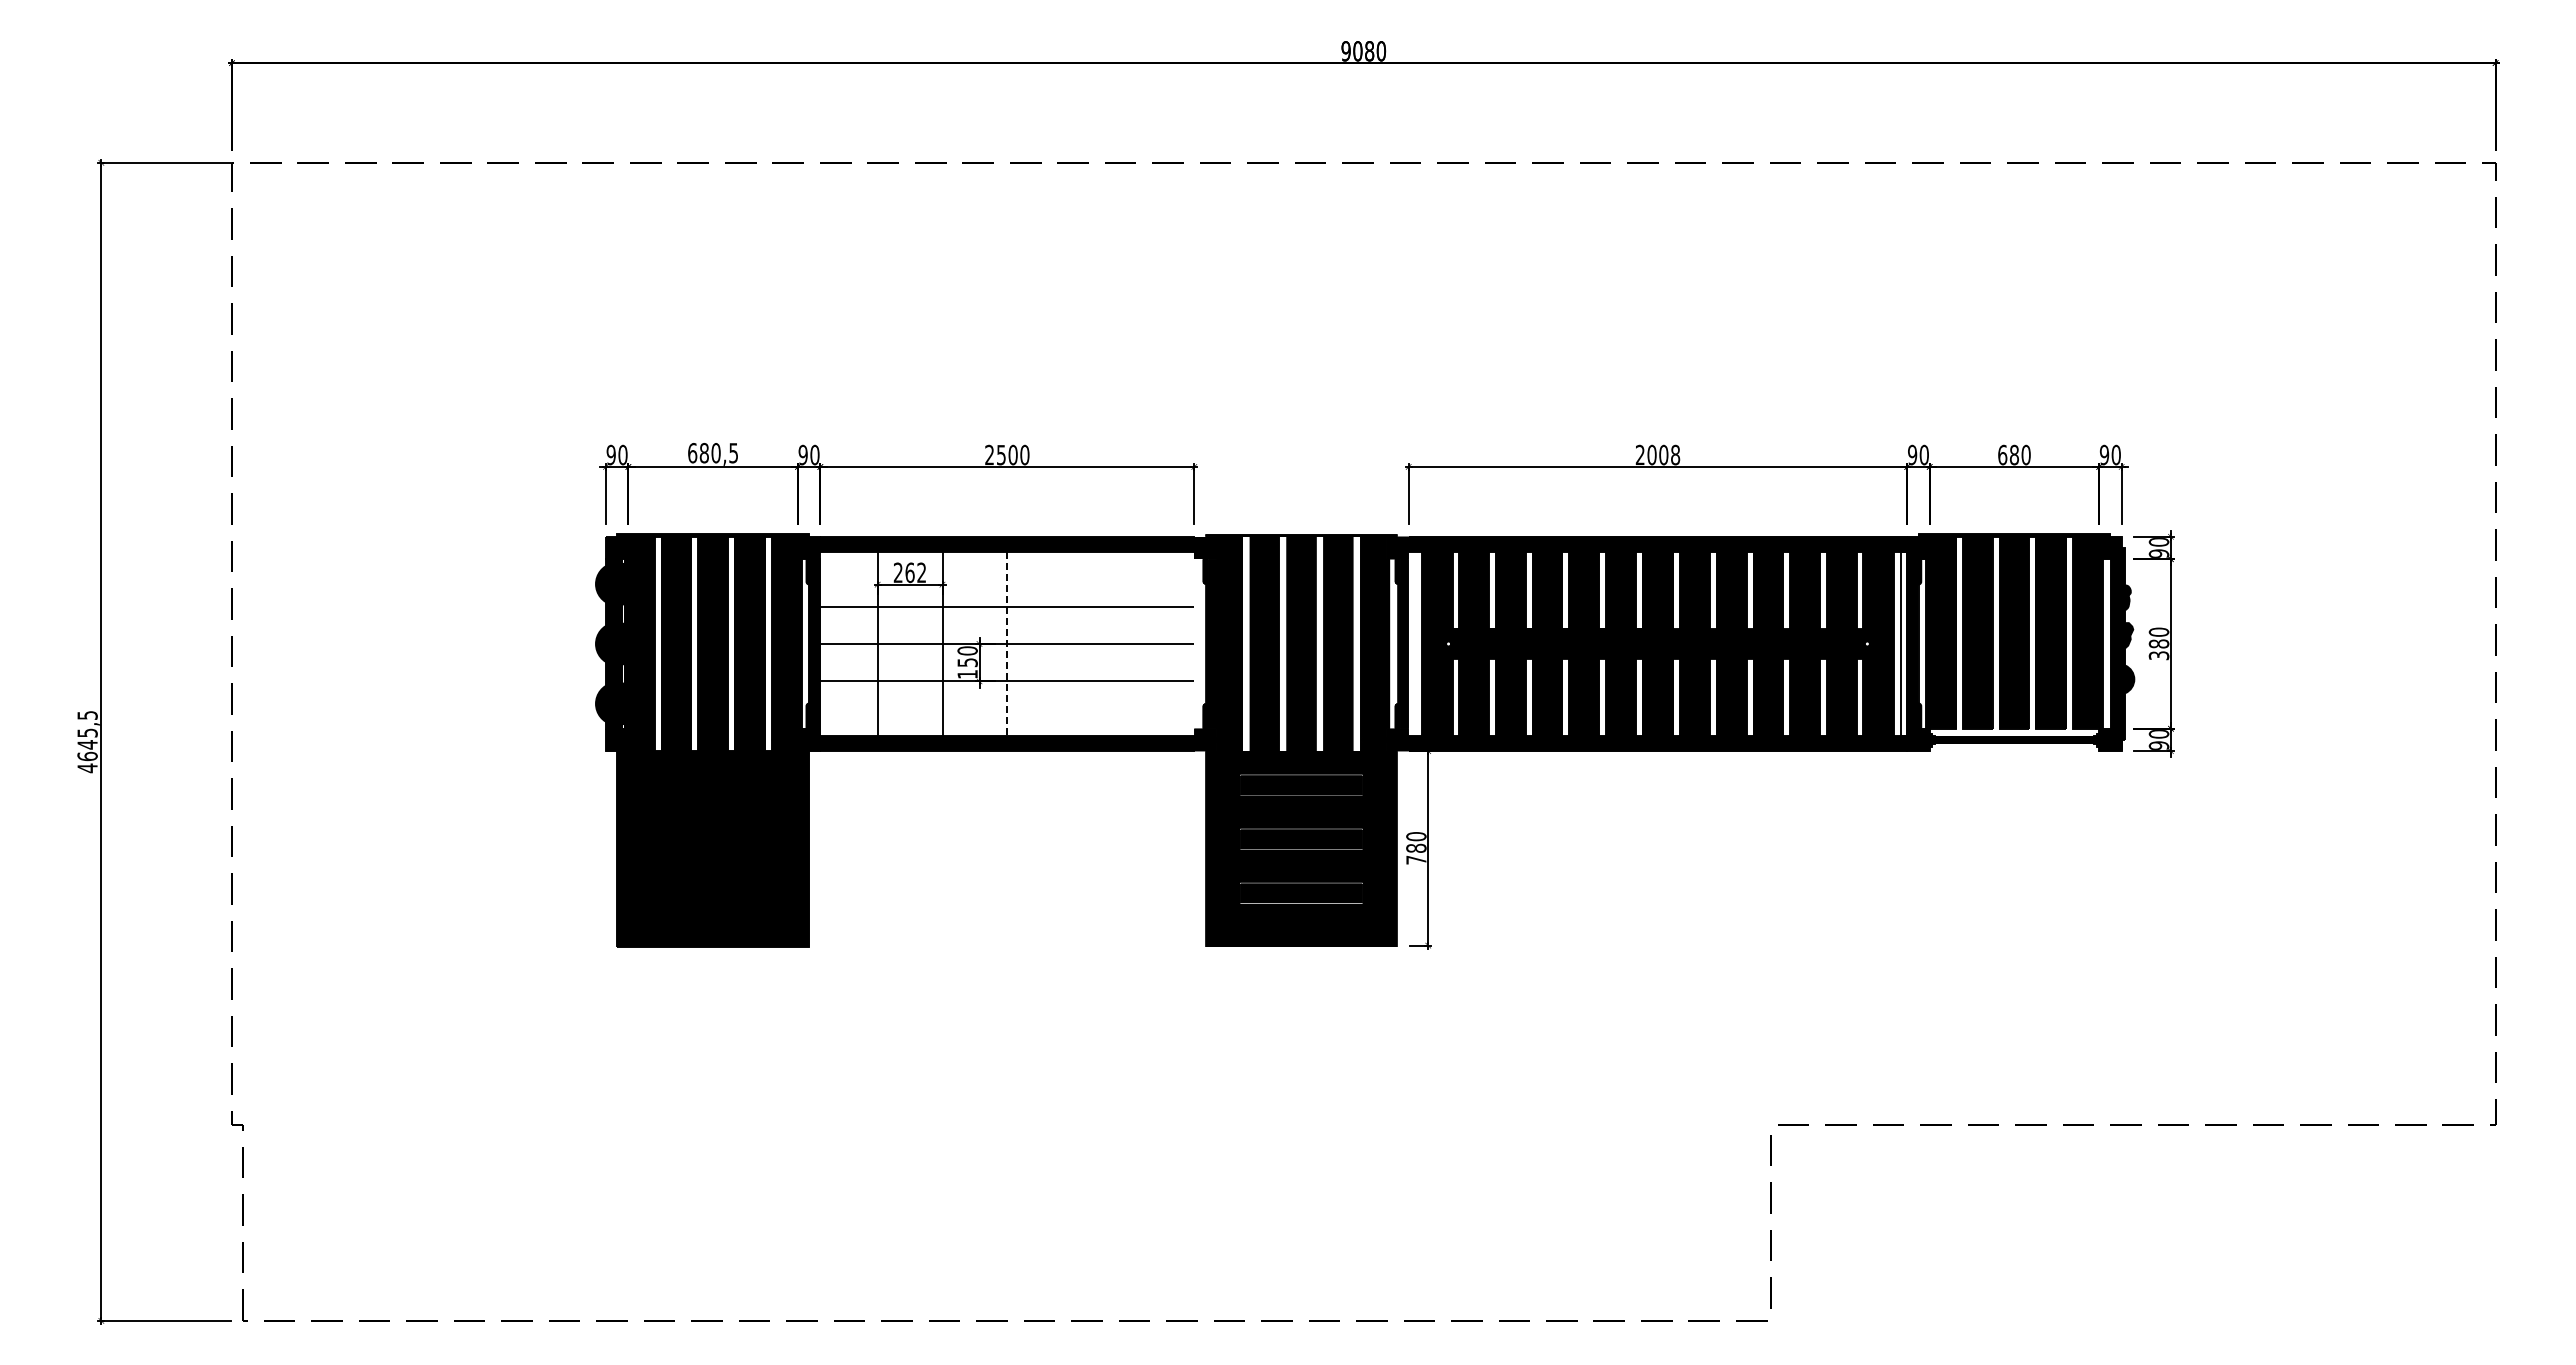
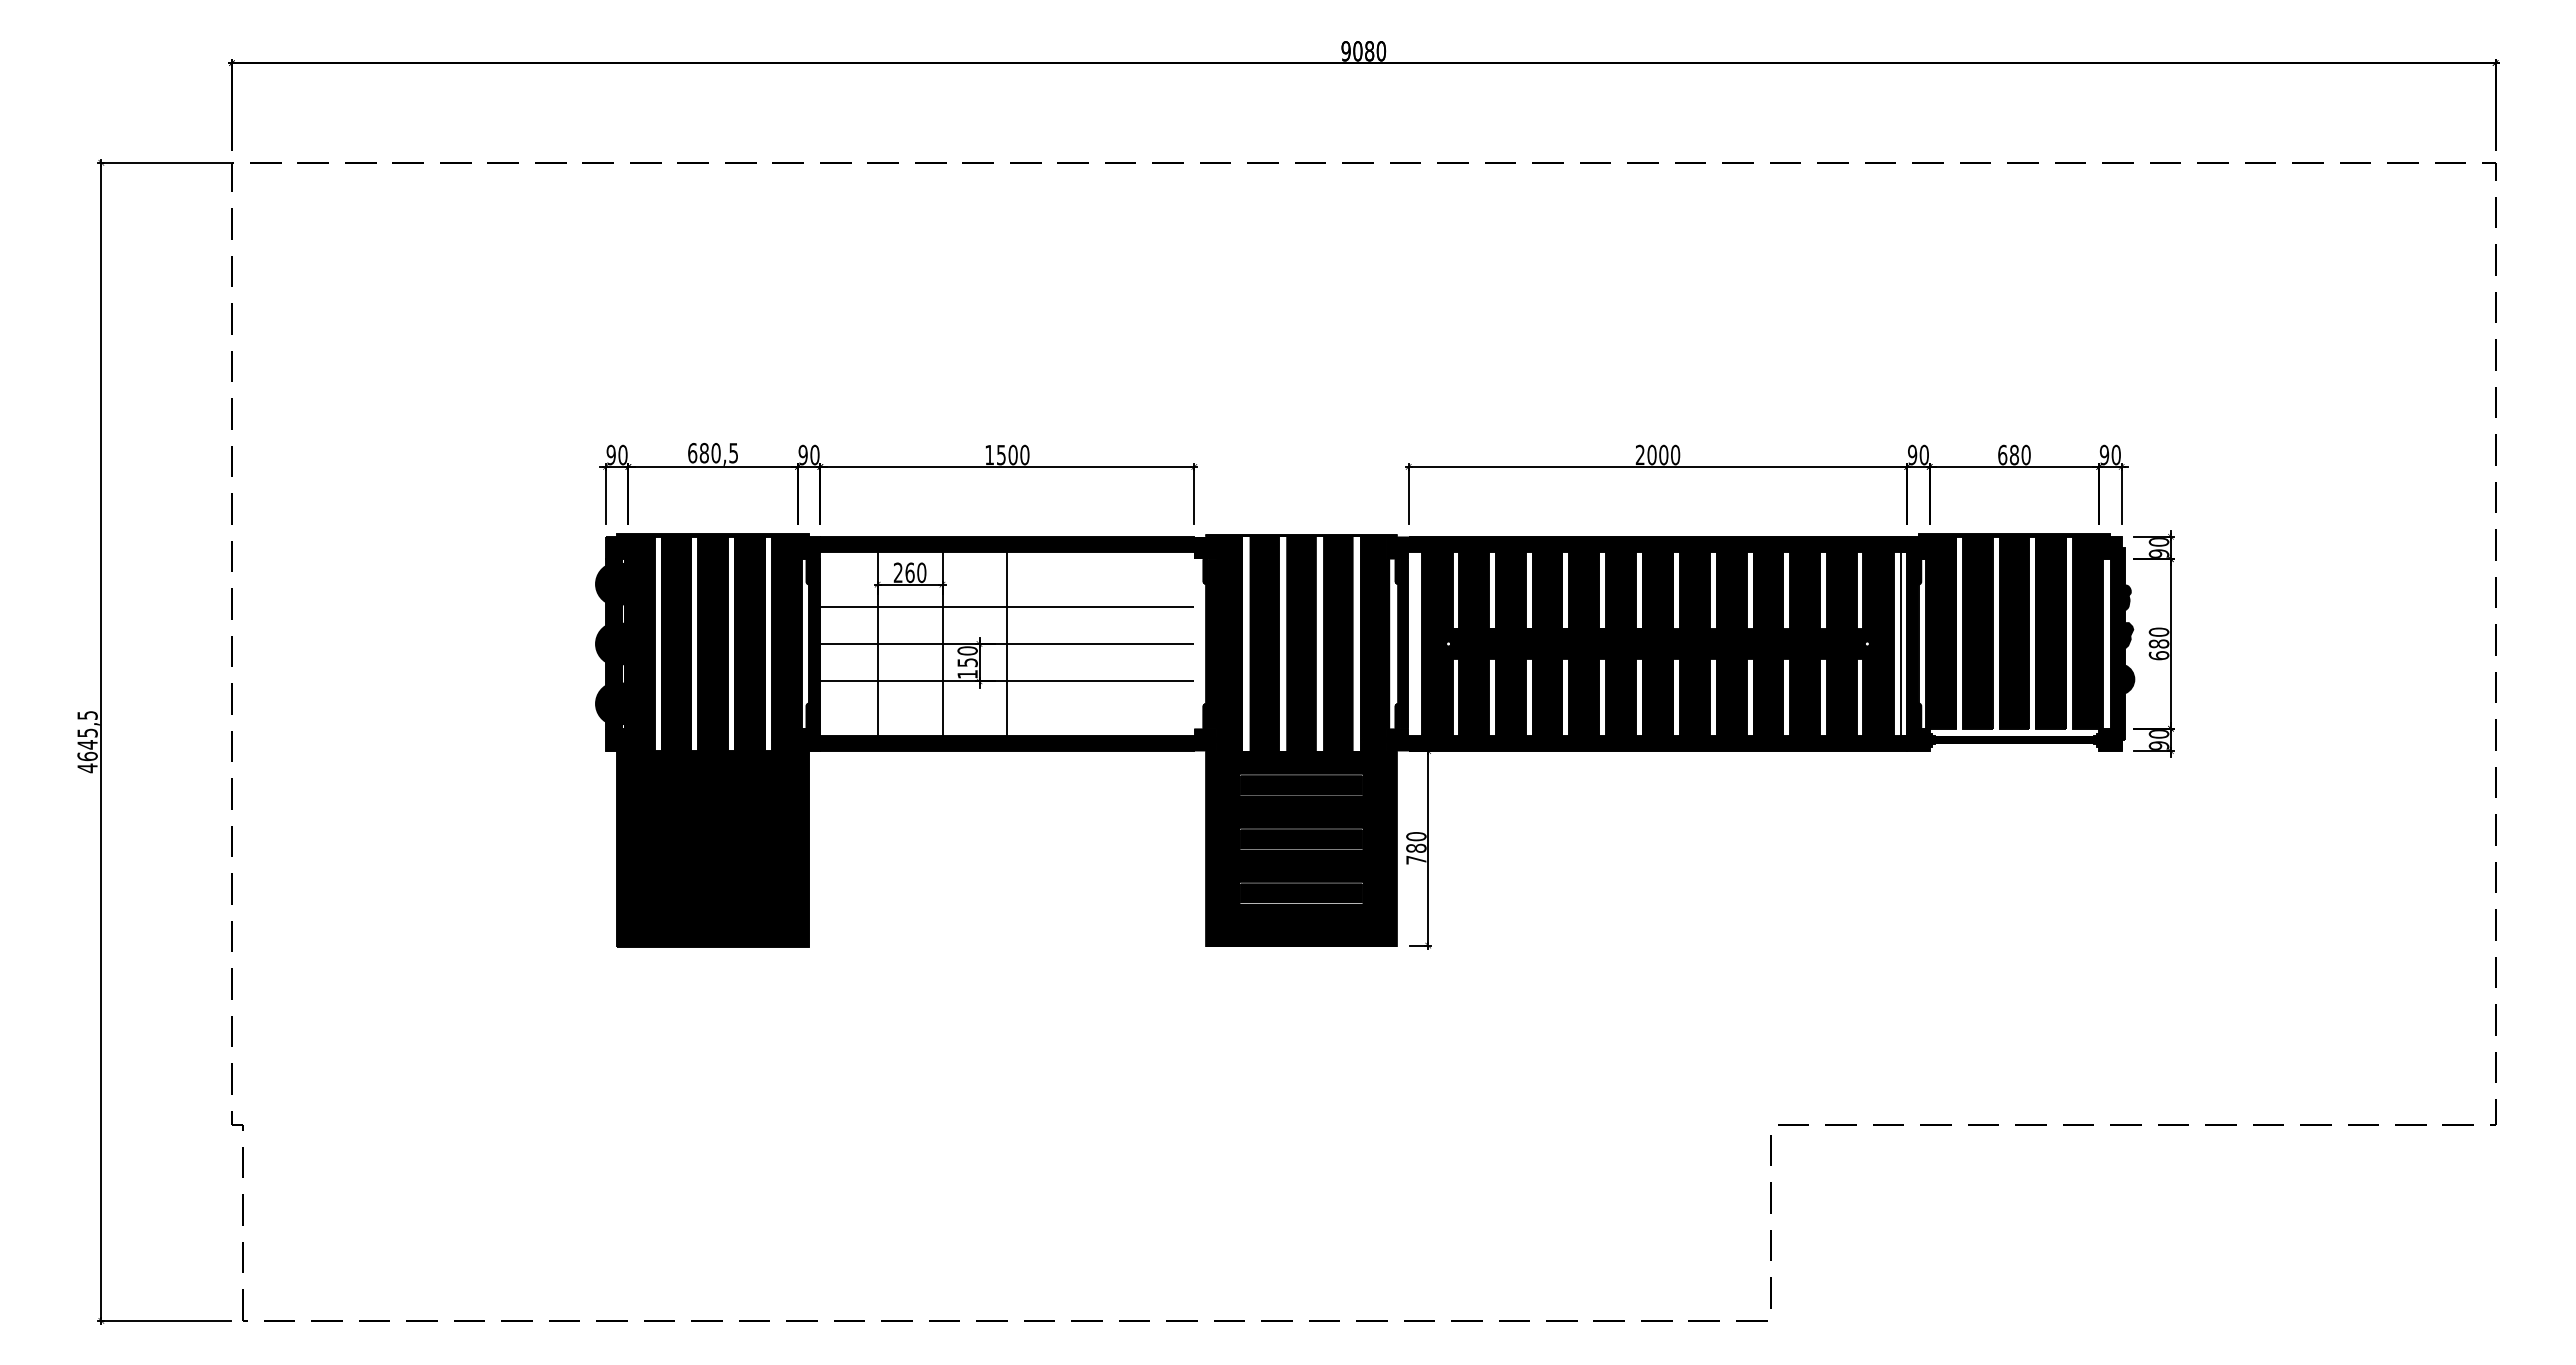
text at (989, 454): 2500 -> 1500
text at (1675, 454): 2008 -> 2000
text at (921, 572): 262 -> 260
line at (1007, 644): dashed -> solid
text at (2158, 655): 380 -> 680
